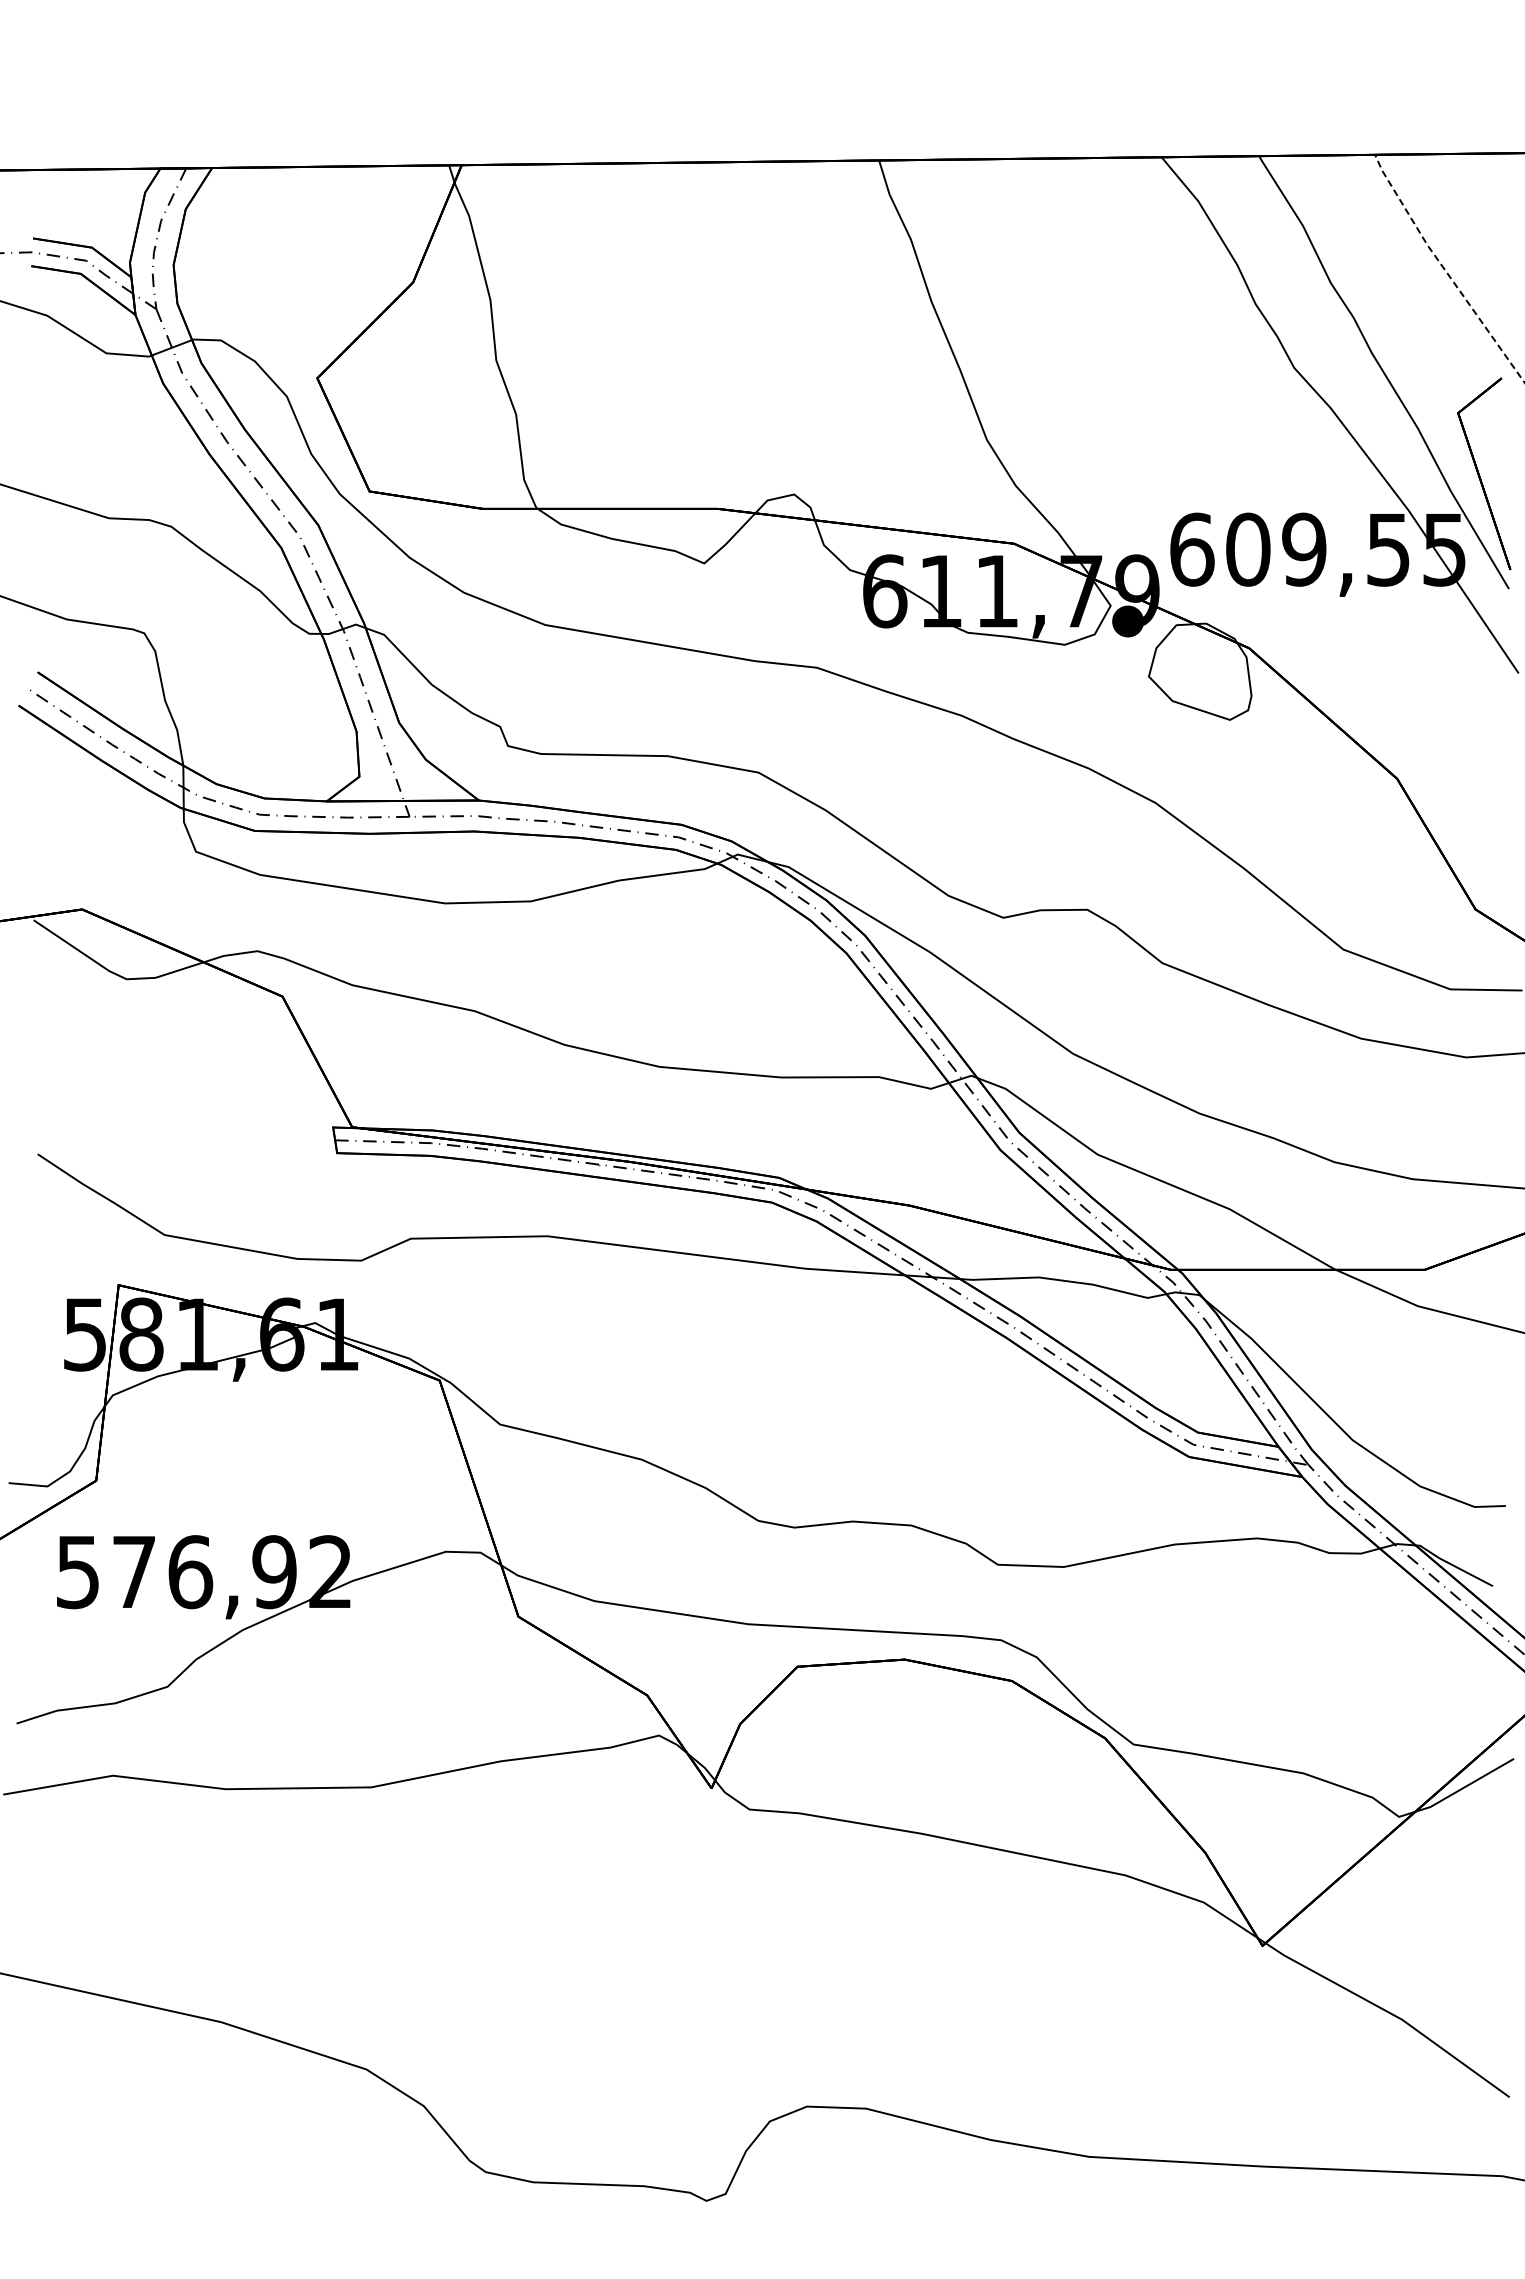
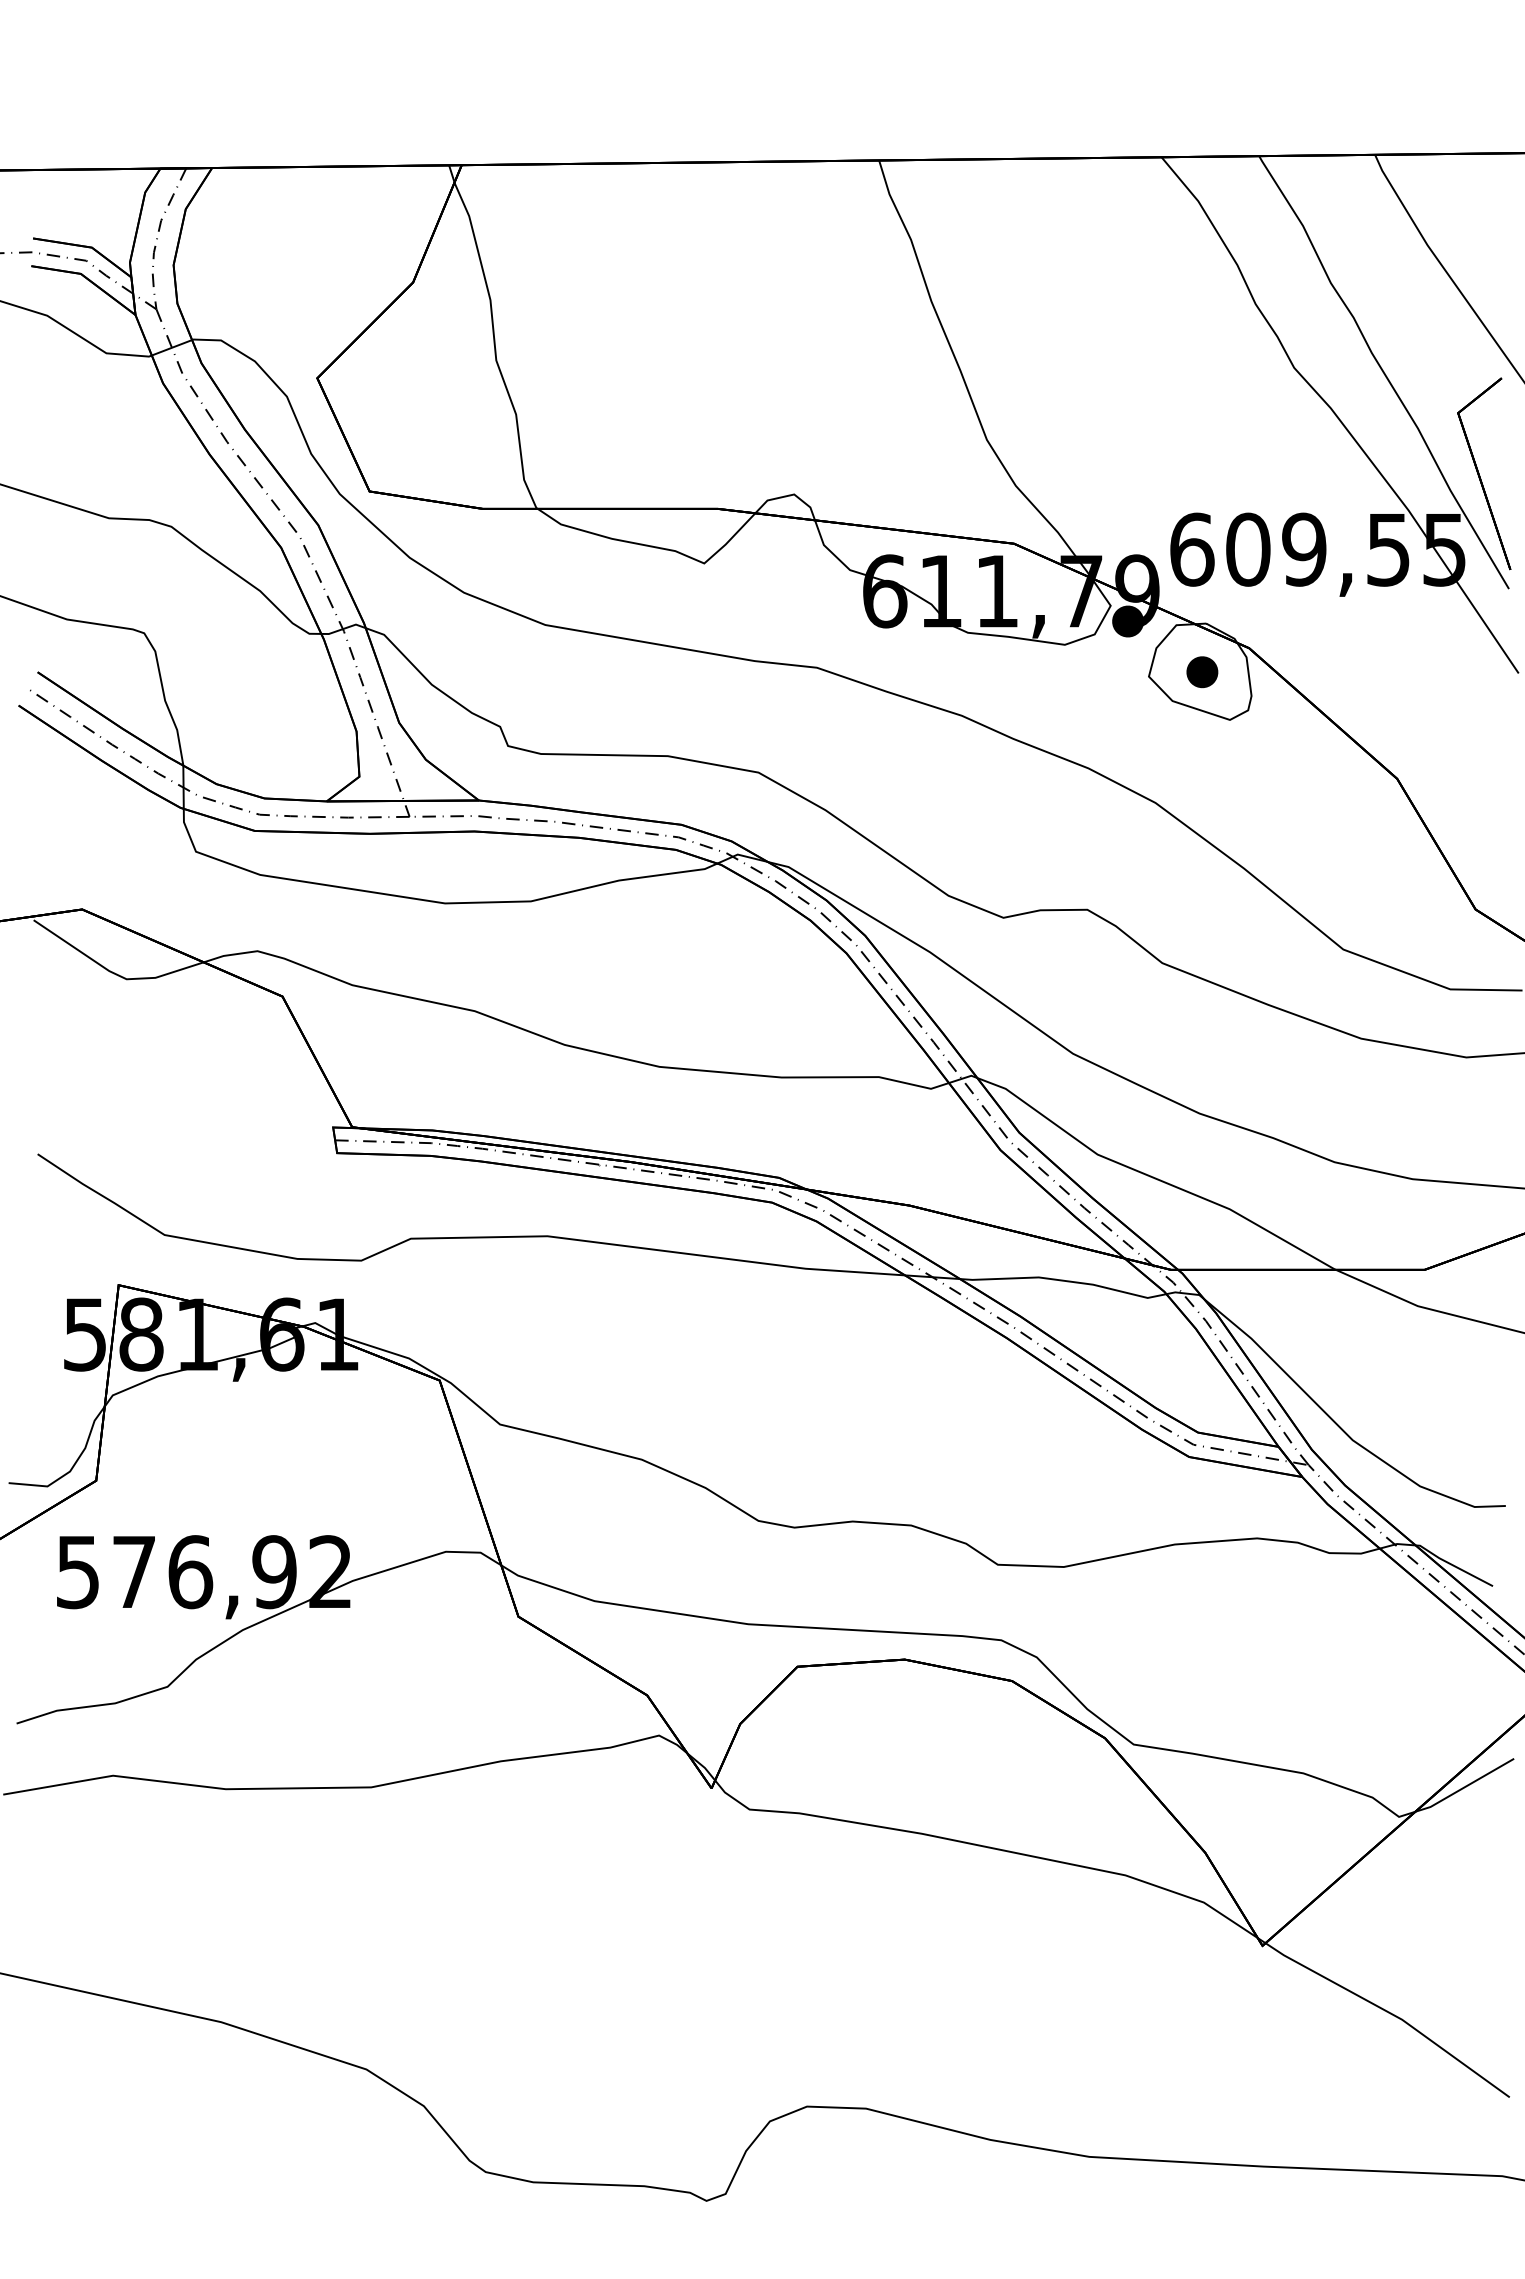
line at (1444, 269): dashed -> solid
part at (1202, 672): none -> present
